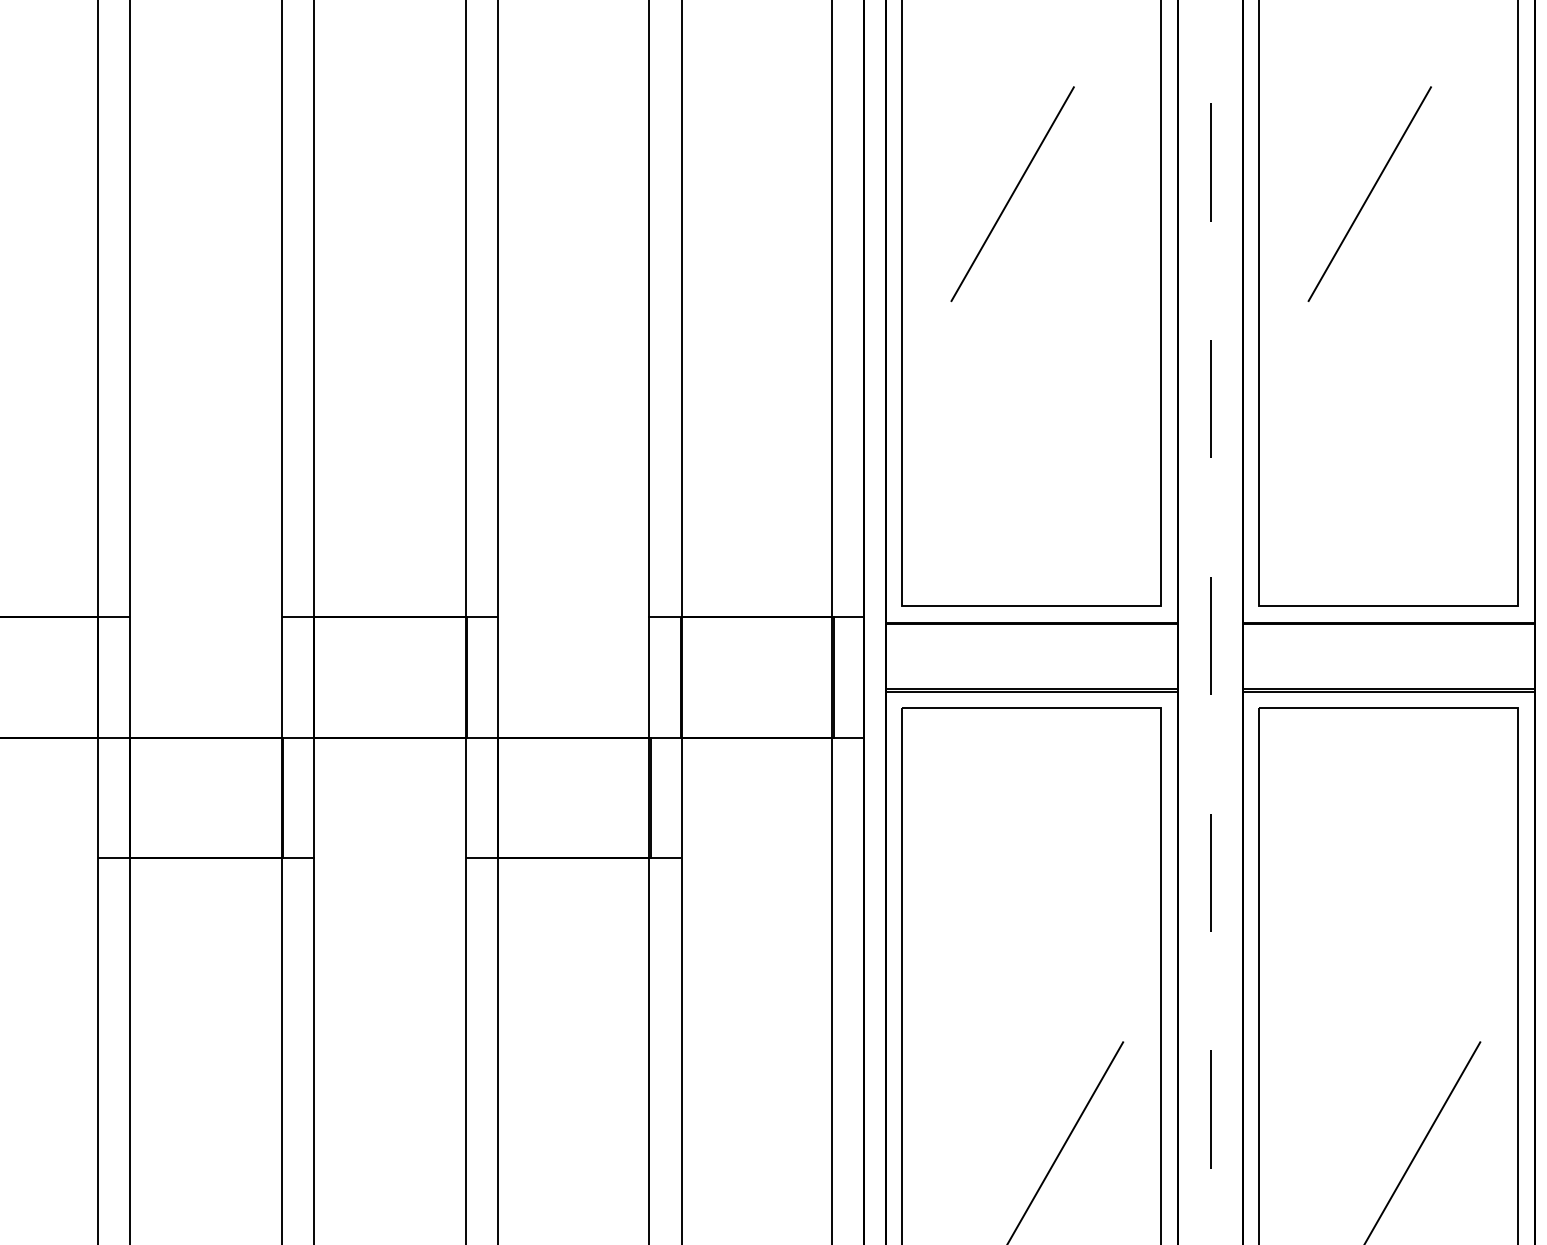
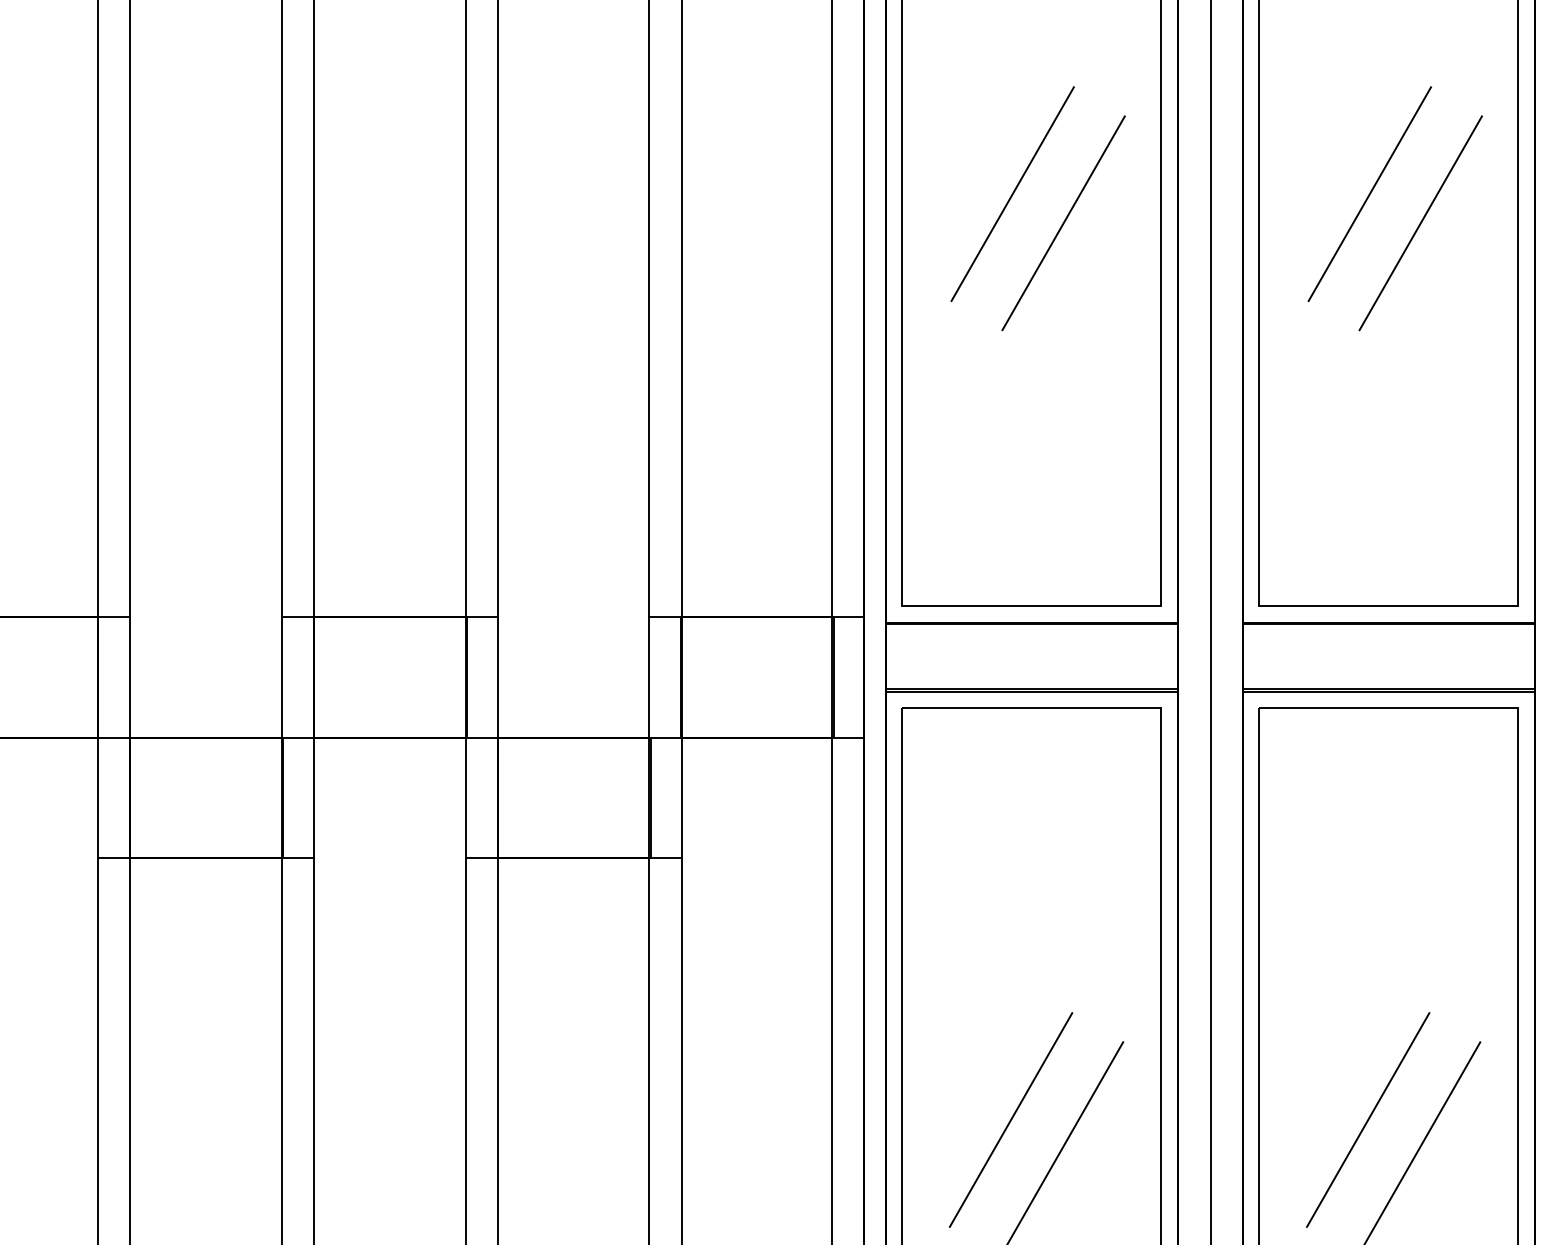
line at (1063, 223): none -> present
line at (1420, 223): none -> present
line at (1211, 622): dashed -> solid
line at (1010, 1119): none -> present
line at (1368, 1119): none -> present
